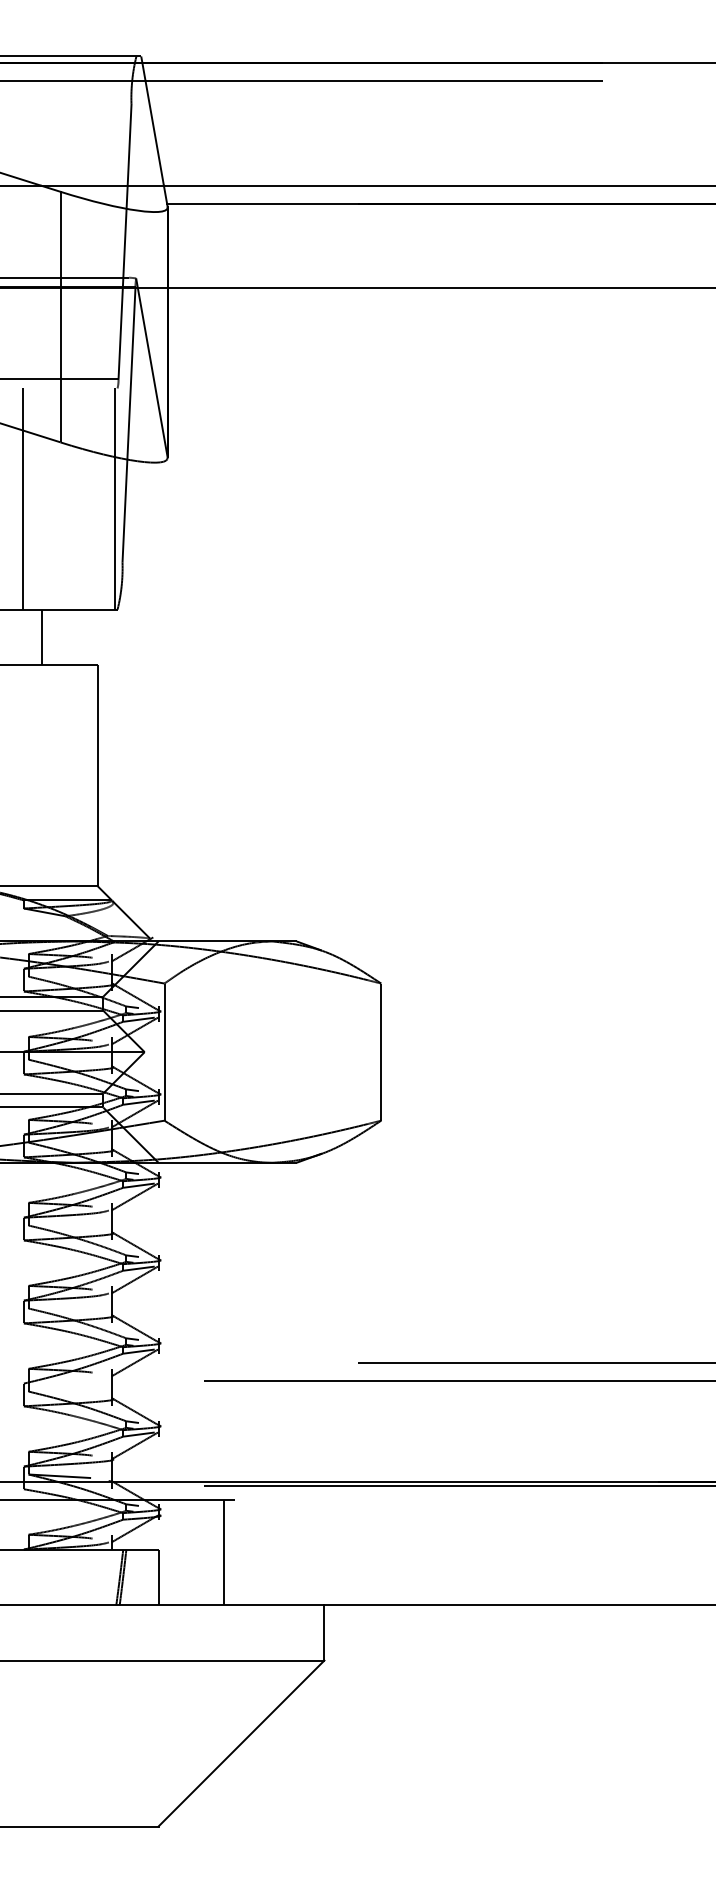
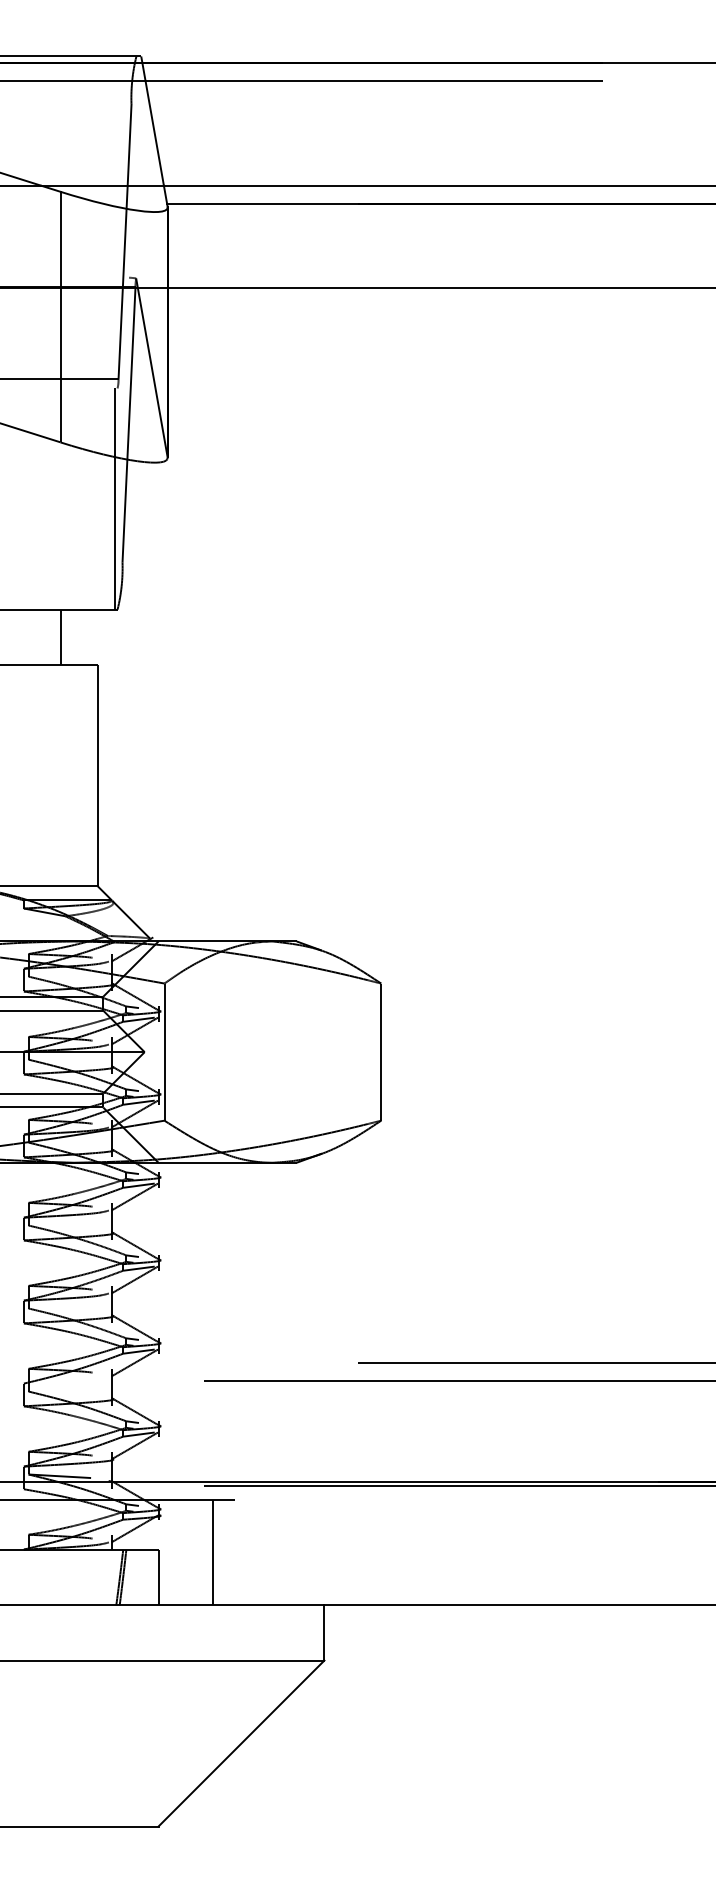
line at (65, 277): present -> none
line at (23, 498): present -> none
line at (42, 636) position: (42, 636) -> (61, 636)
line at (224, 1552) position: (224, 1552) -> (213, 1552)
